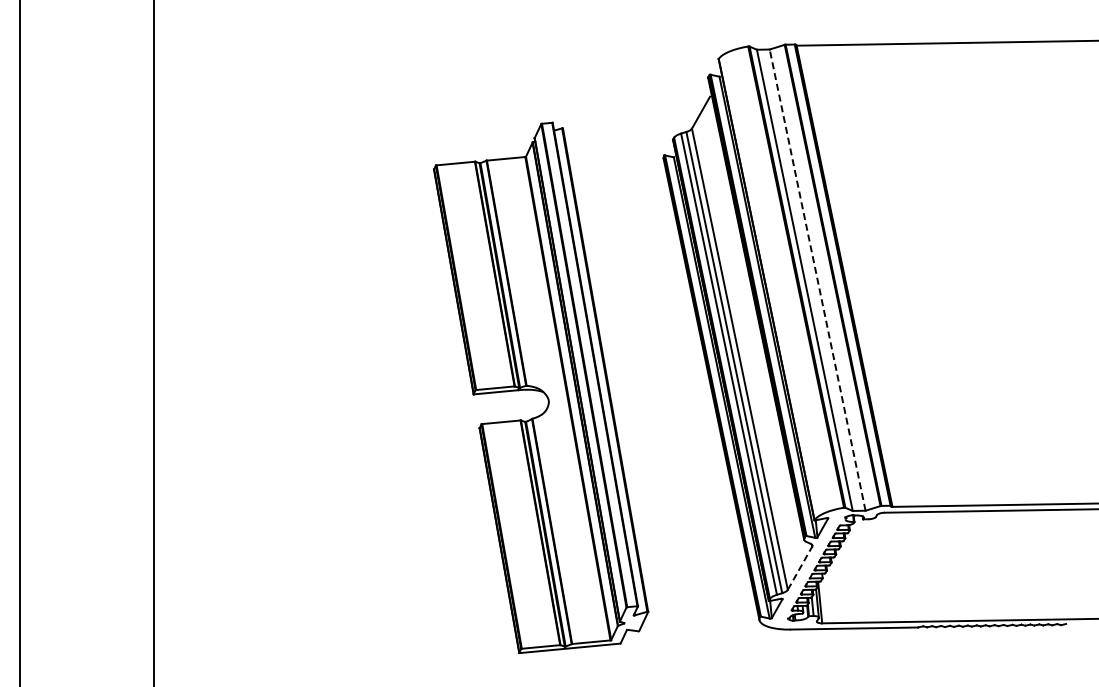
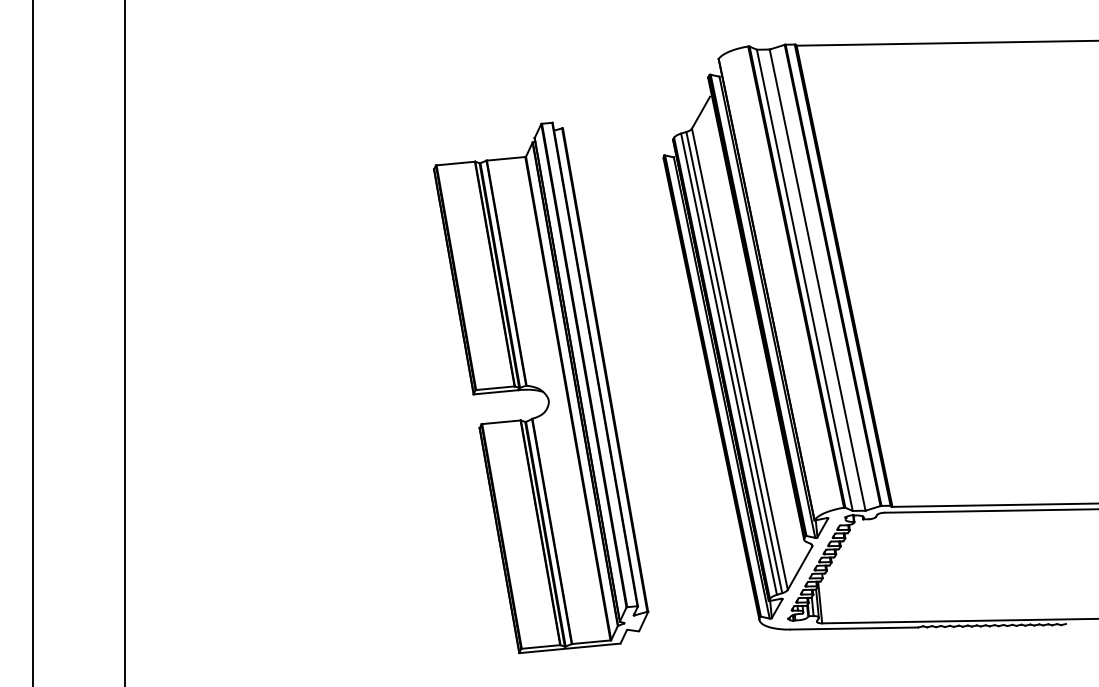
line at (817, 280): dashed -> solid
line at (19, 342) position: (19, 342) -> (32, 342)
line at (153, 342) position: (153, 342) -> (124, 342)
line at (799, 568): dashed -> solid
